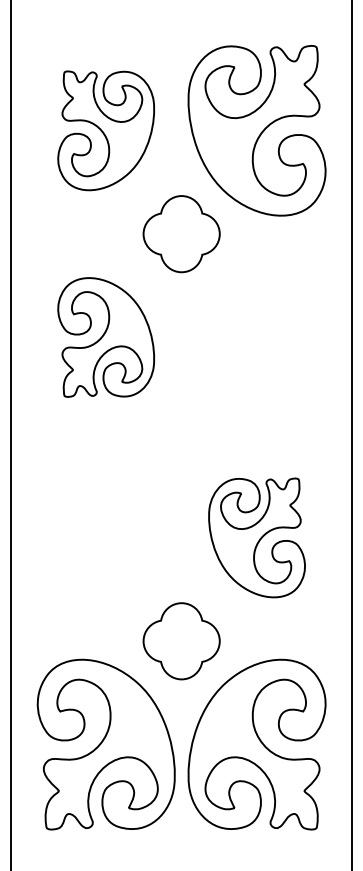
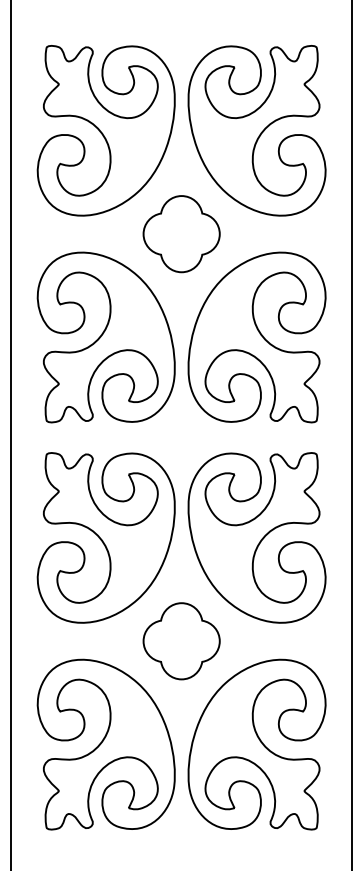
part at (105, 130) size: 98x122 px -> 140x172 px
part at (105, 337) size: 98x121 px -> 140x173 px
part at (256, 337): none -> present
part at (105, 537): none -> present
part at (256, 537) size: 98x122 px -> 140x172 px
